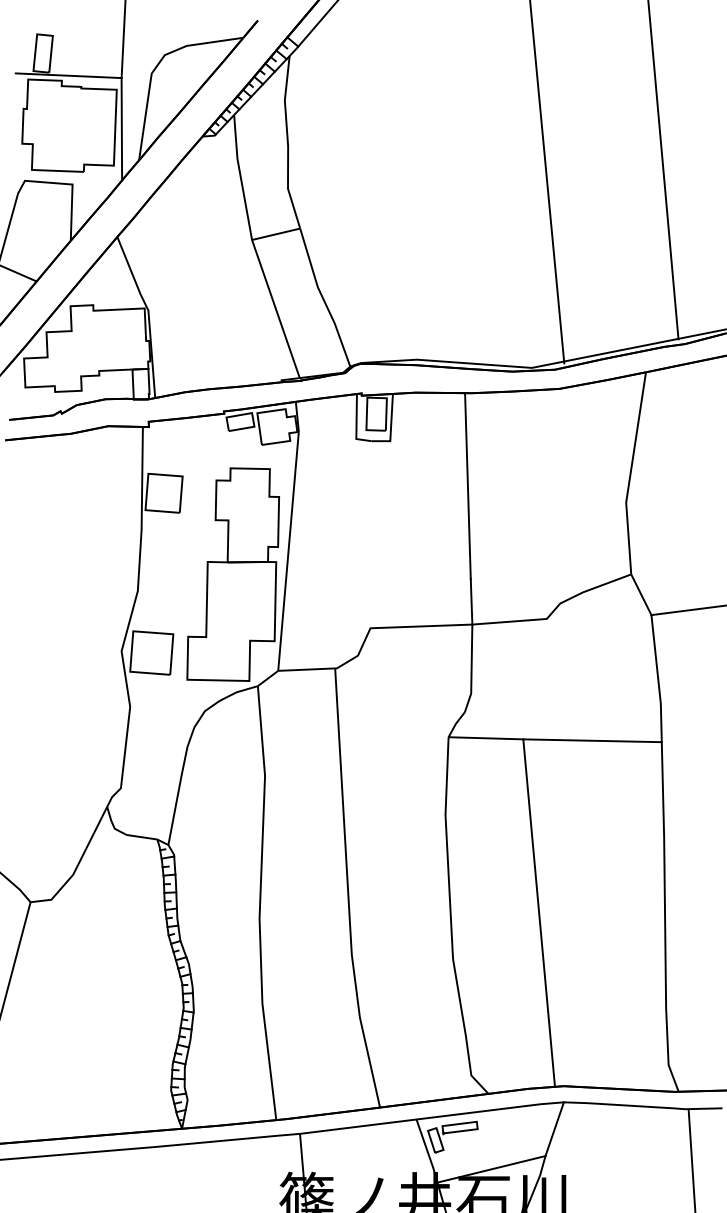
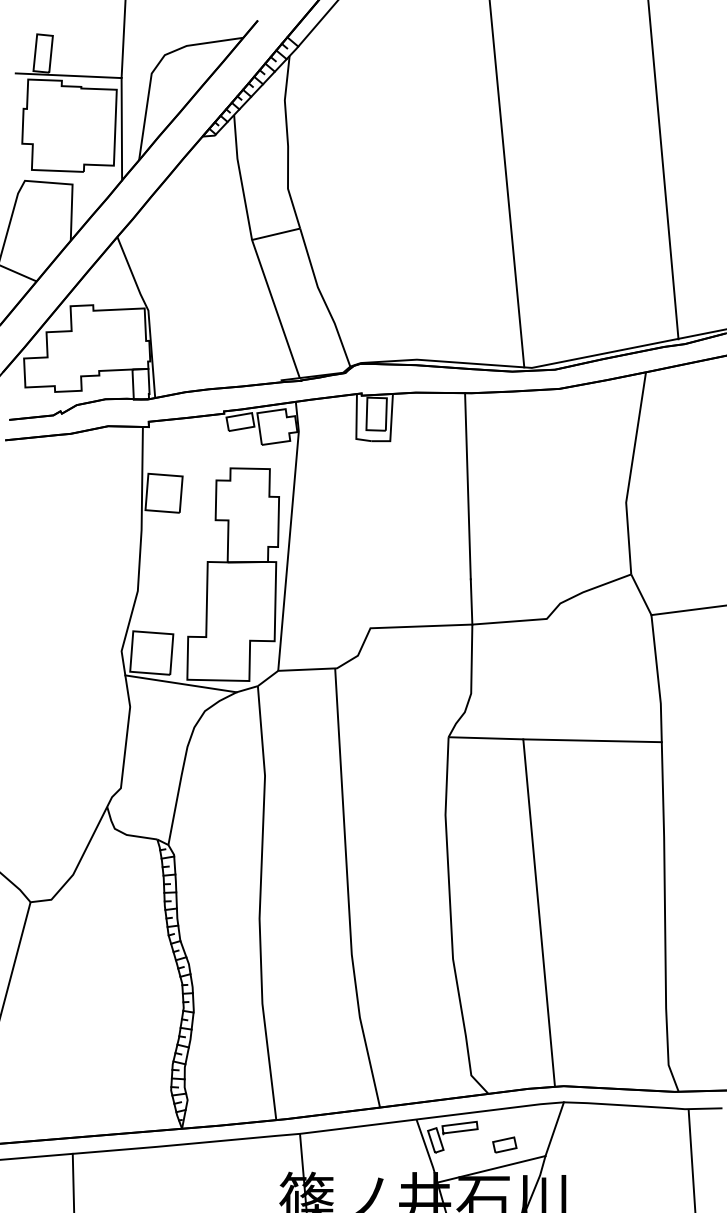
line at (547, 182) position: (547, 182) -> (506, 184)
line at (180, 683): none -> present
part at (504, 1144): none -> present
line at (73, 1181): none -> present
